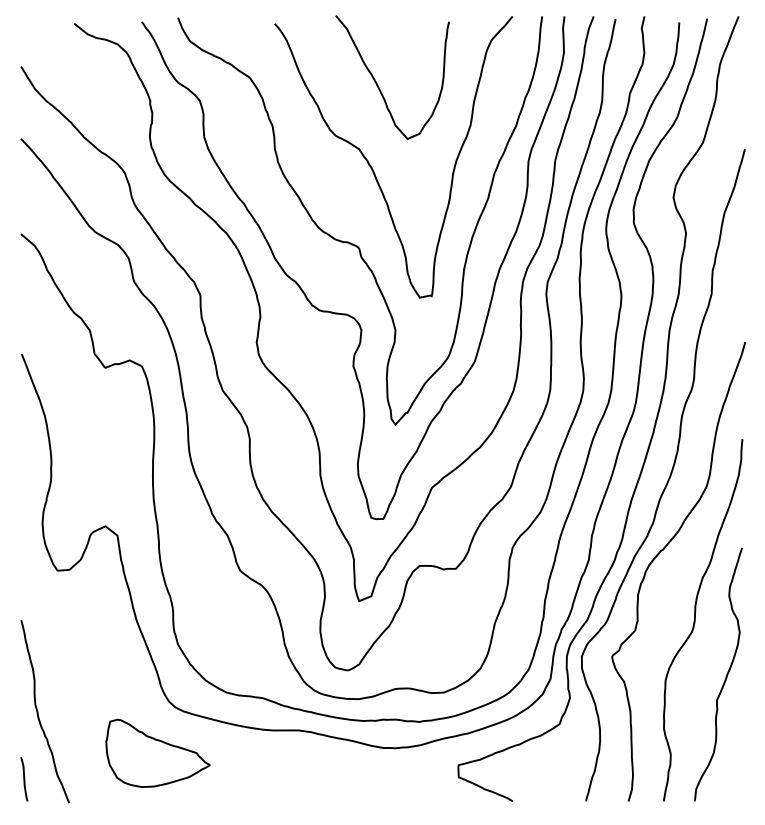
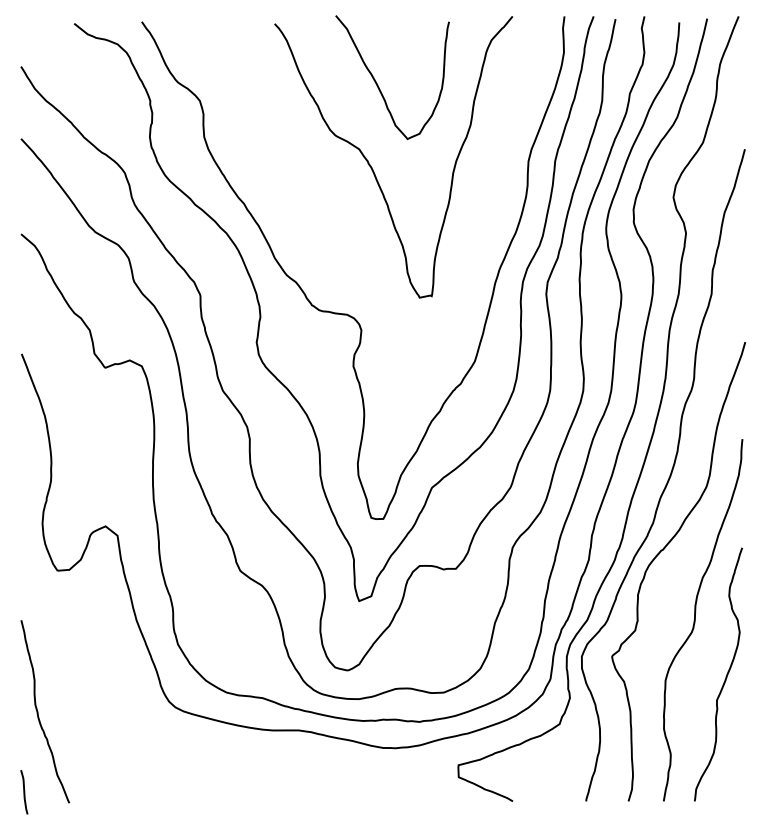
curve at (348, 241): present -> none
part at (157, 752): present -> none
line at (24, 779) position: (24, 779) -> (24, 792)
